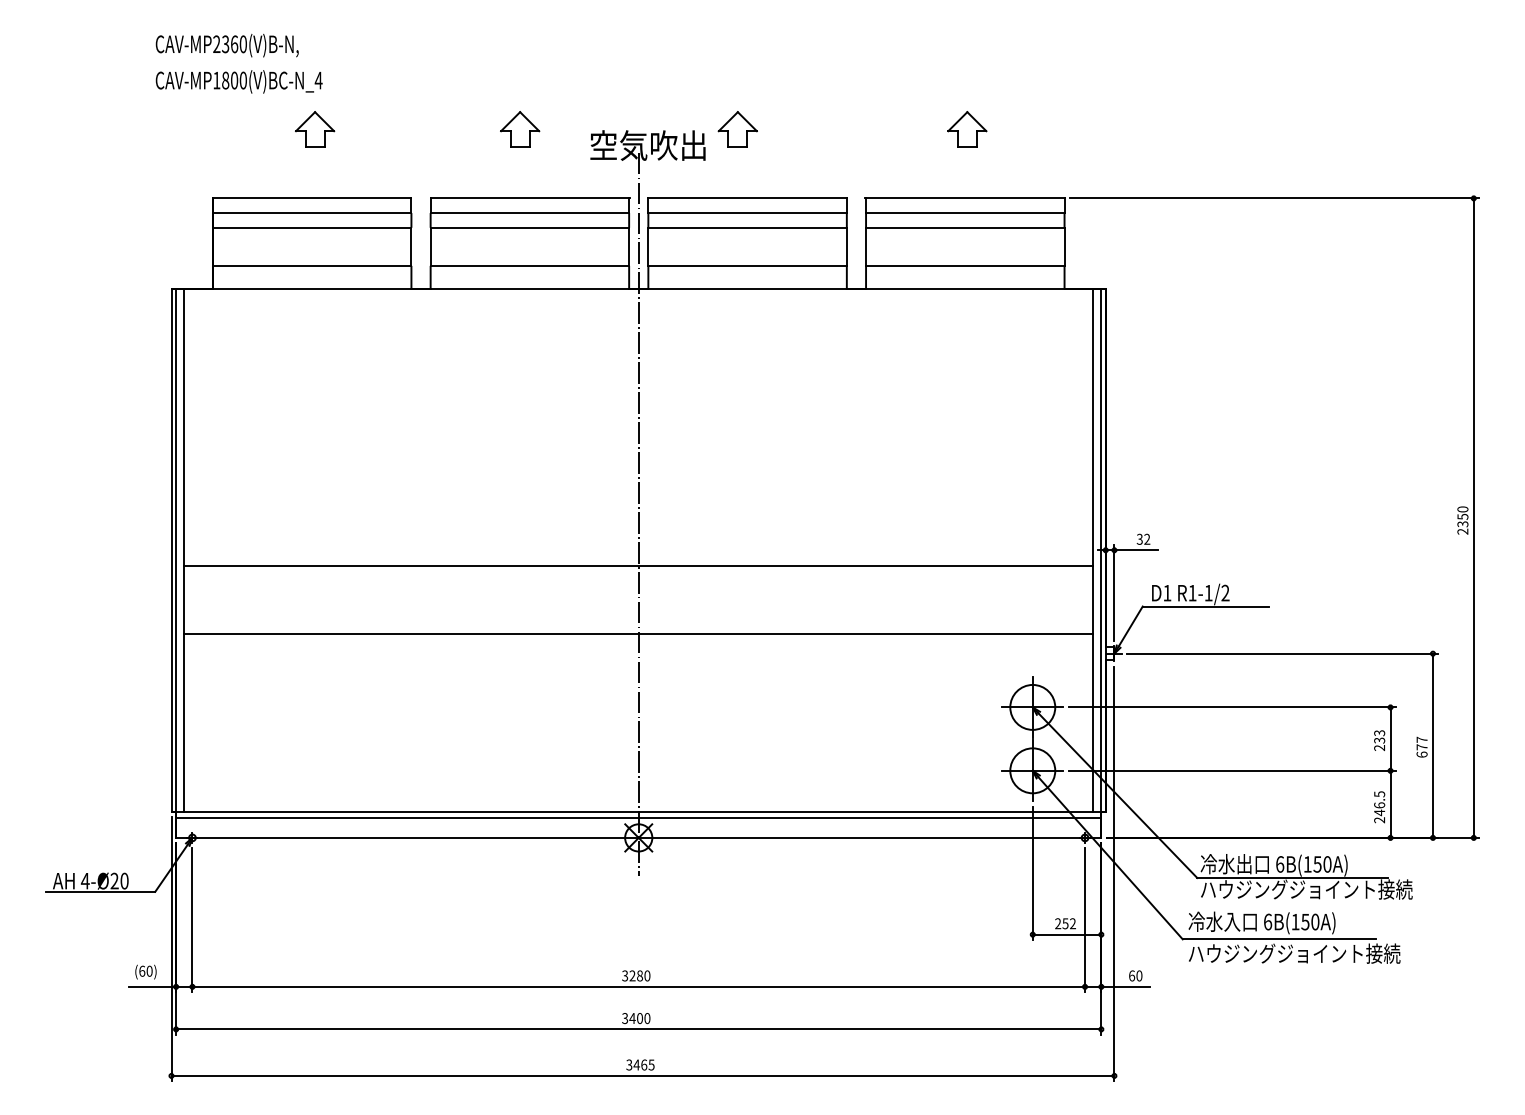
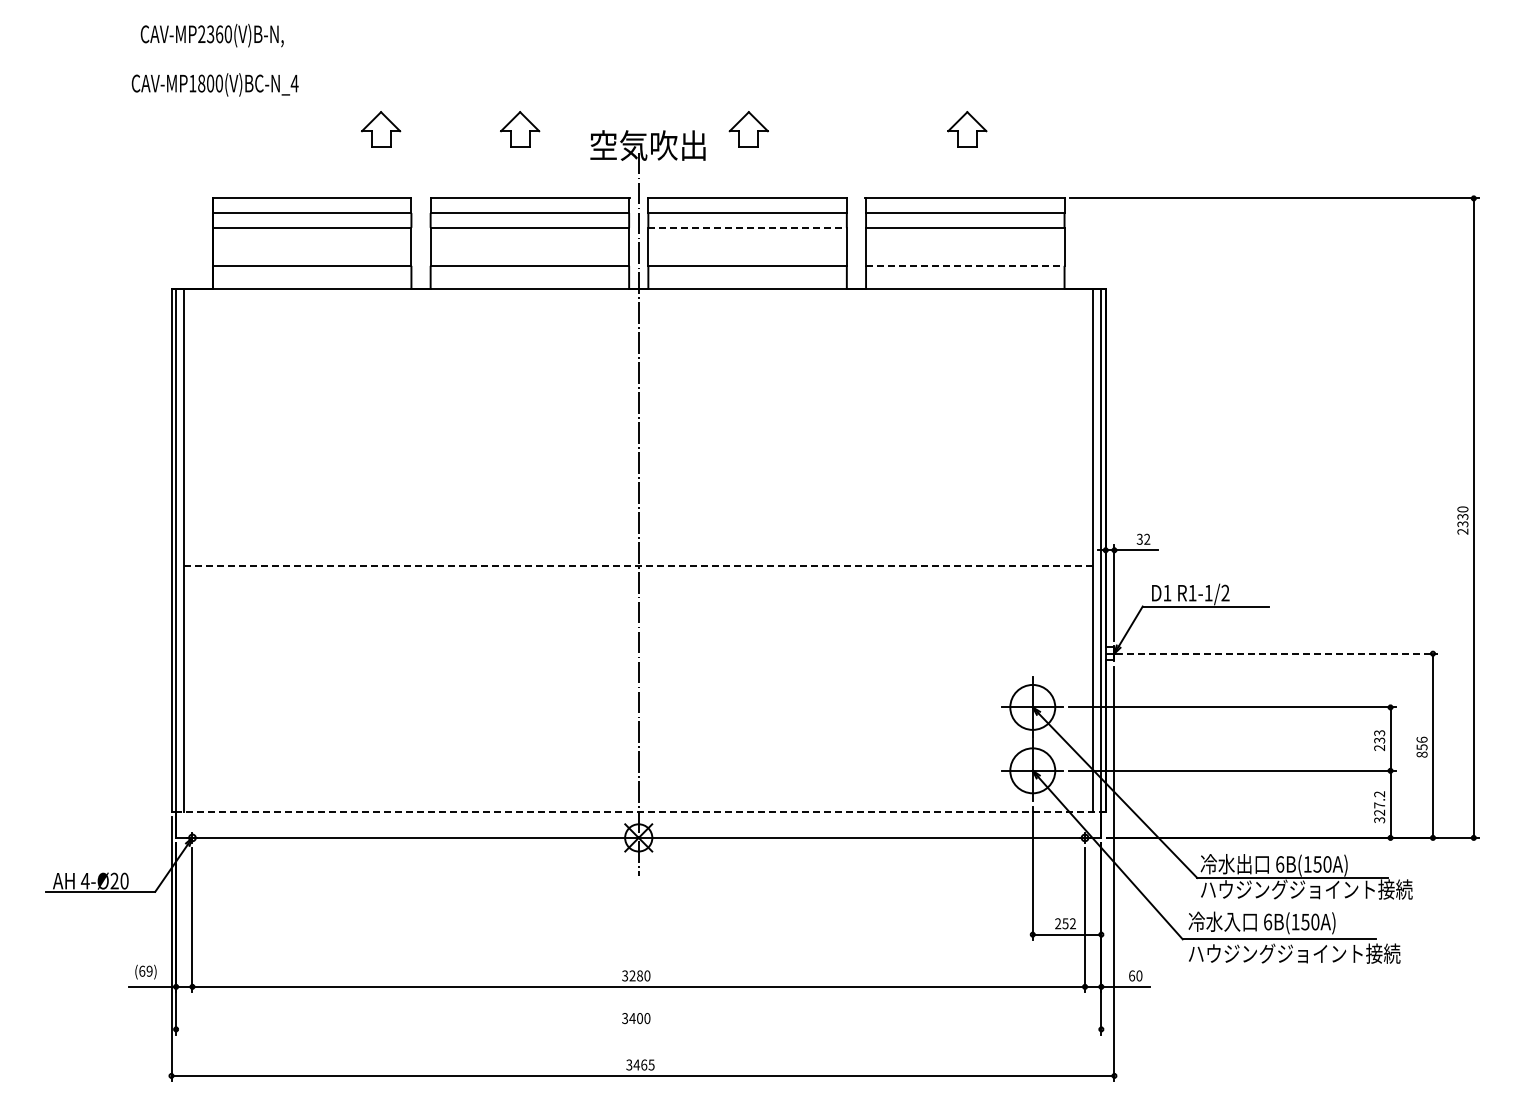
text at (226, 45) position: (226, 45) -> (211, 35)
text at (238, 81) position: (238, 81) -> (214, 84)
part at (315, 129) position: (315, 129) -> (381, 129)
part at (737, 129) position: (737, 129) -> (748, 129)
line at (748, 227): solid -> dashed
line at (965, 265): solid -> dashed
text at (1462, 516): 2350 -> 2330
line at (638, 565): solid -> dashed
line at (638, 634): present -> none
line at (1283, 653): solid -> dashed
text at (1421, 746): 677 -> 856
text at (1379, 807): 246.5 -> 327.2
line at (638, 811): solid -> dashed
line at (638, 818): present -> none
text at (149, 971): (60) -> (69)
line at (638, 1029): present -> none
